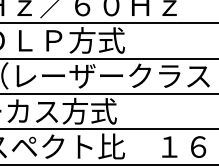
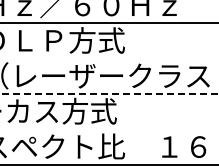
line at (108, 58): present -> none
line at (109, 93): solid -> dashed
line at (108, 129): present -> none
